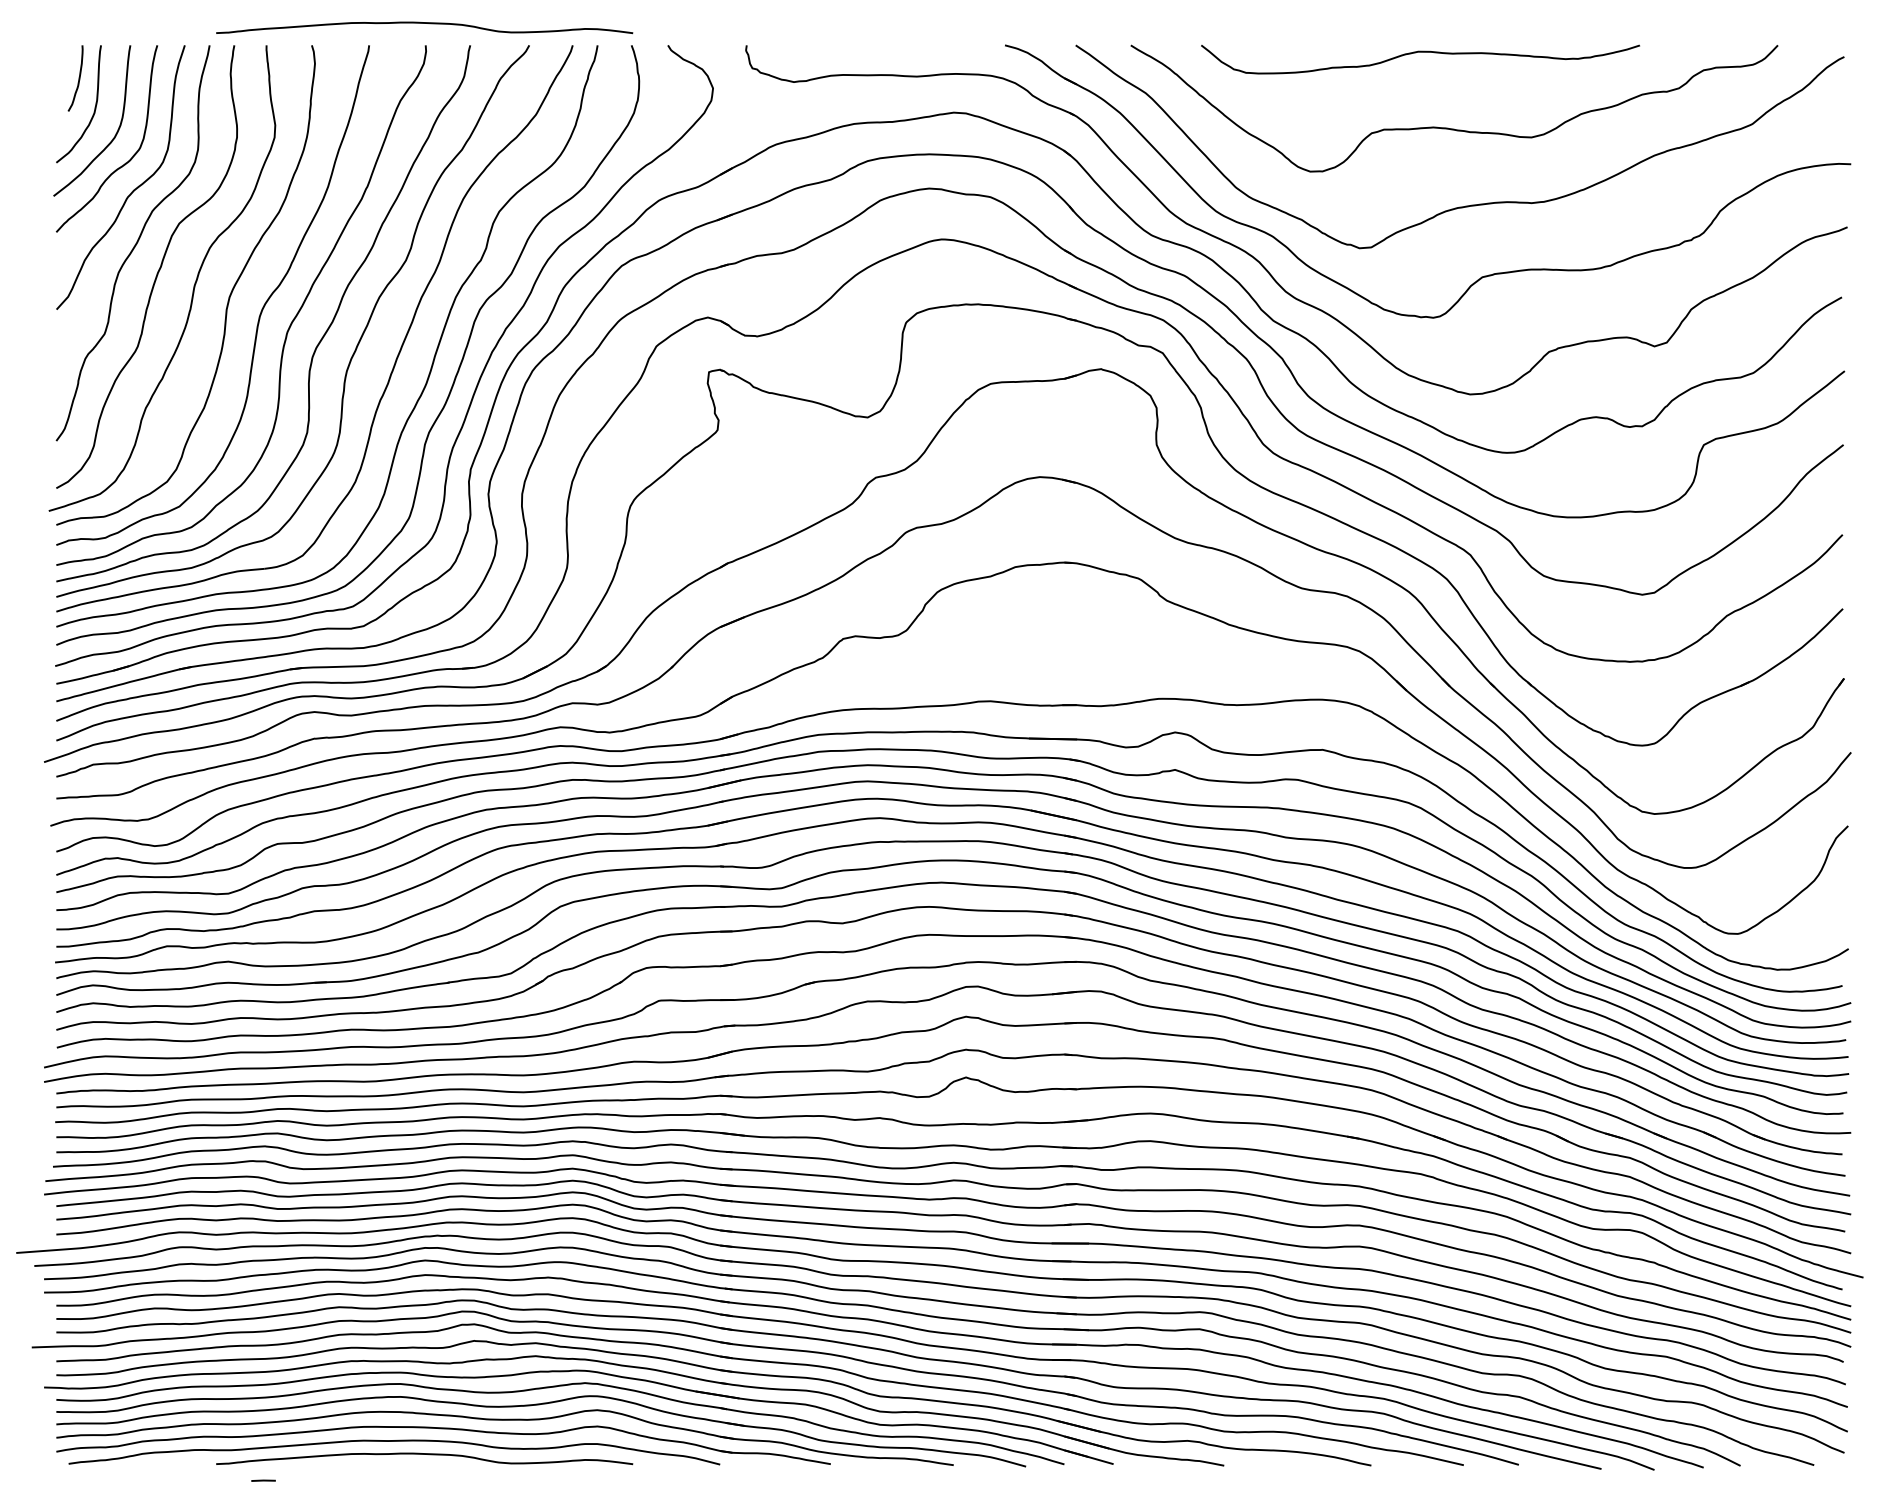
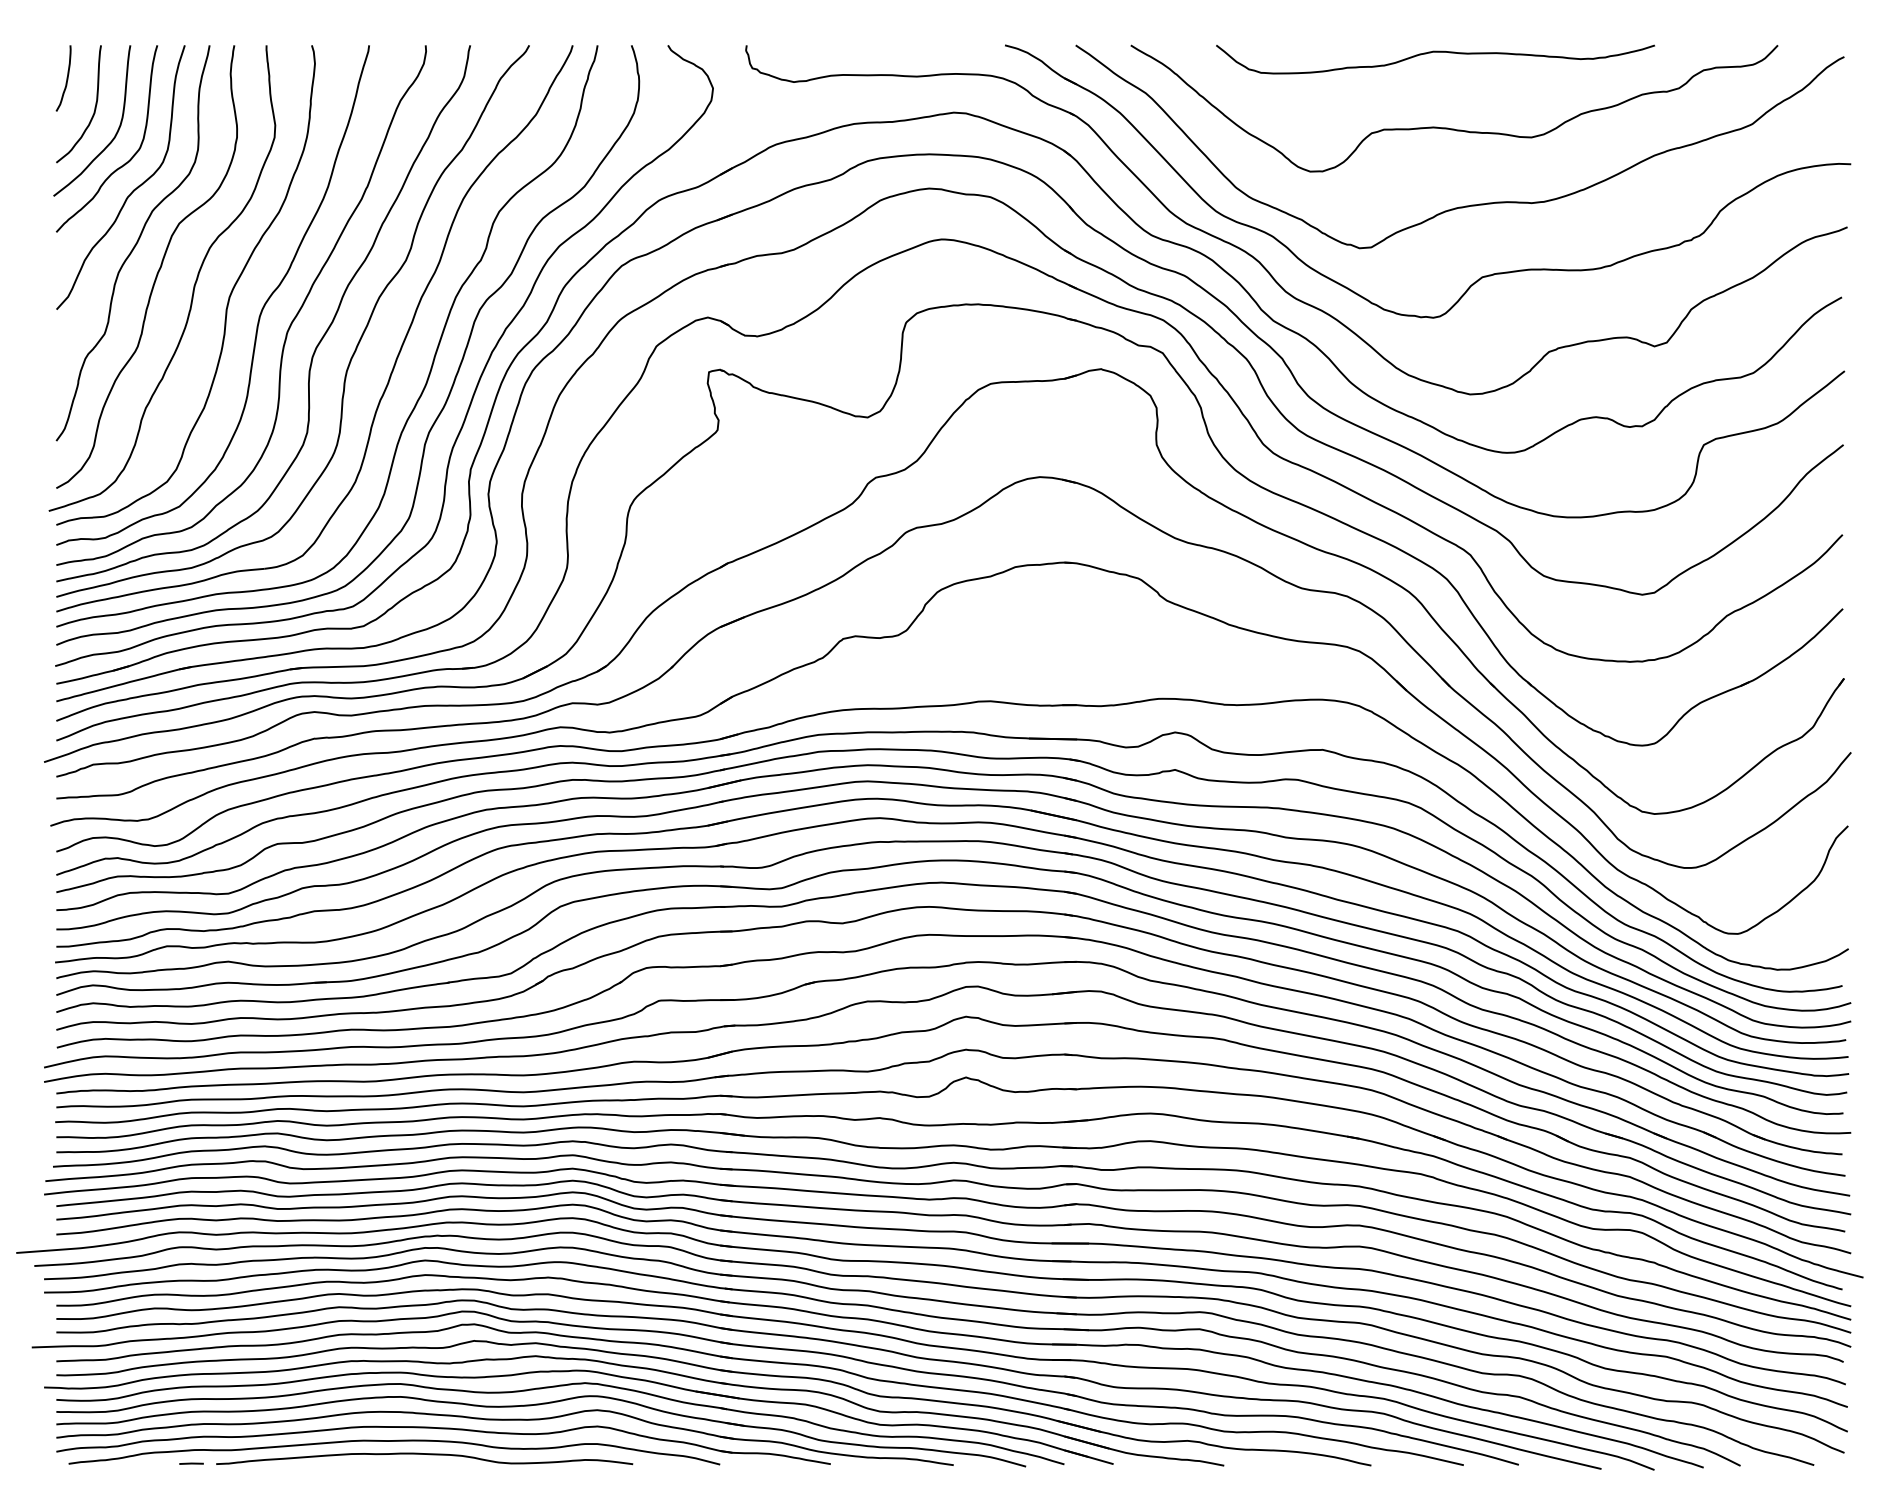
curve at (424, 23): present -> none
curve at (1420, 52) position: (1420, 52) -> (1435, 52)
curve at (78, 78) position: (78, 78) -> (66, 78)
line at (263, 1480) position: (263, 1480) -> (191, 1463)
